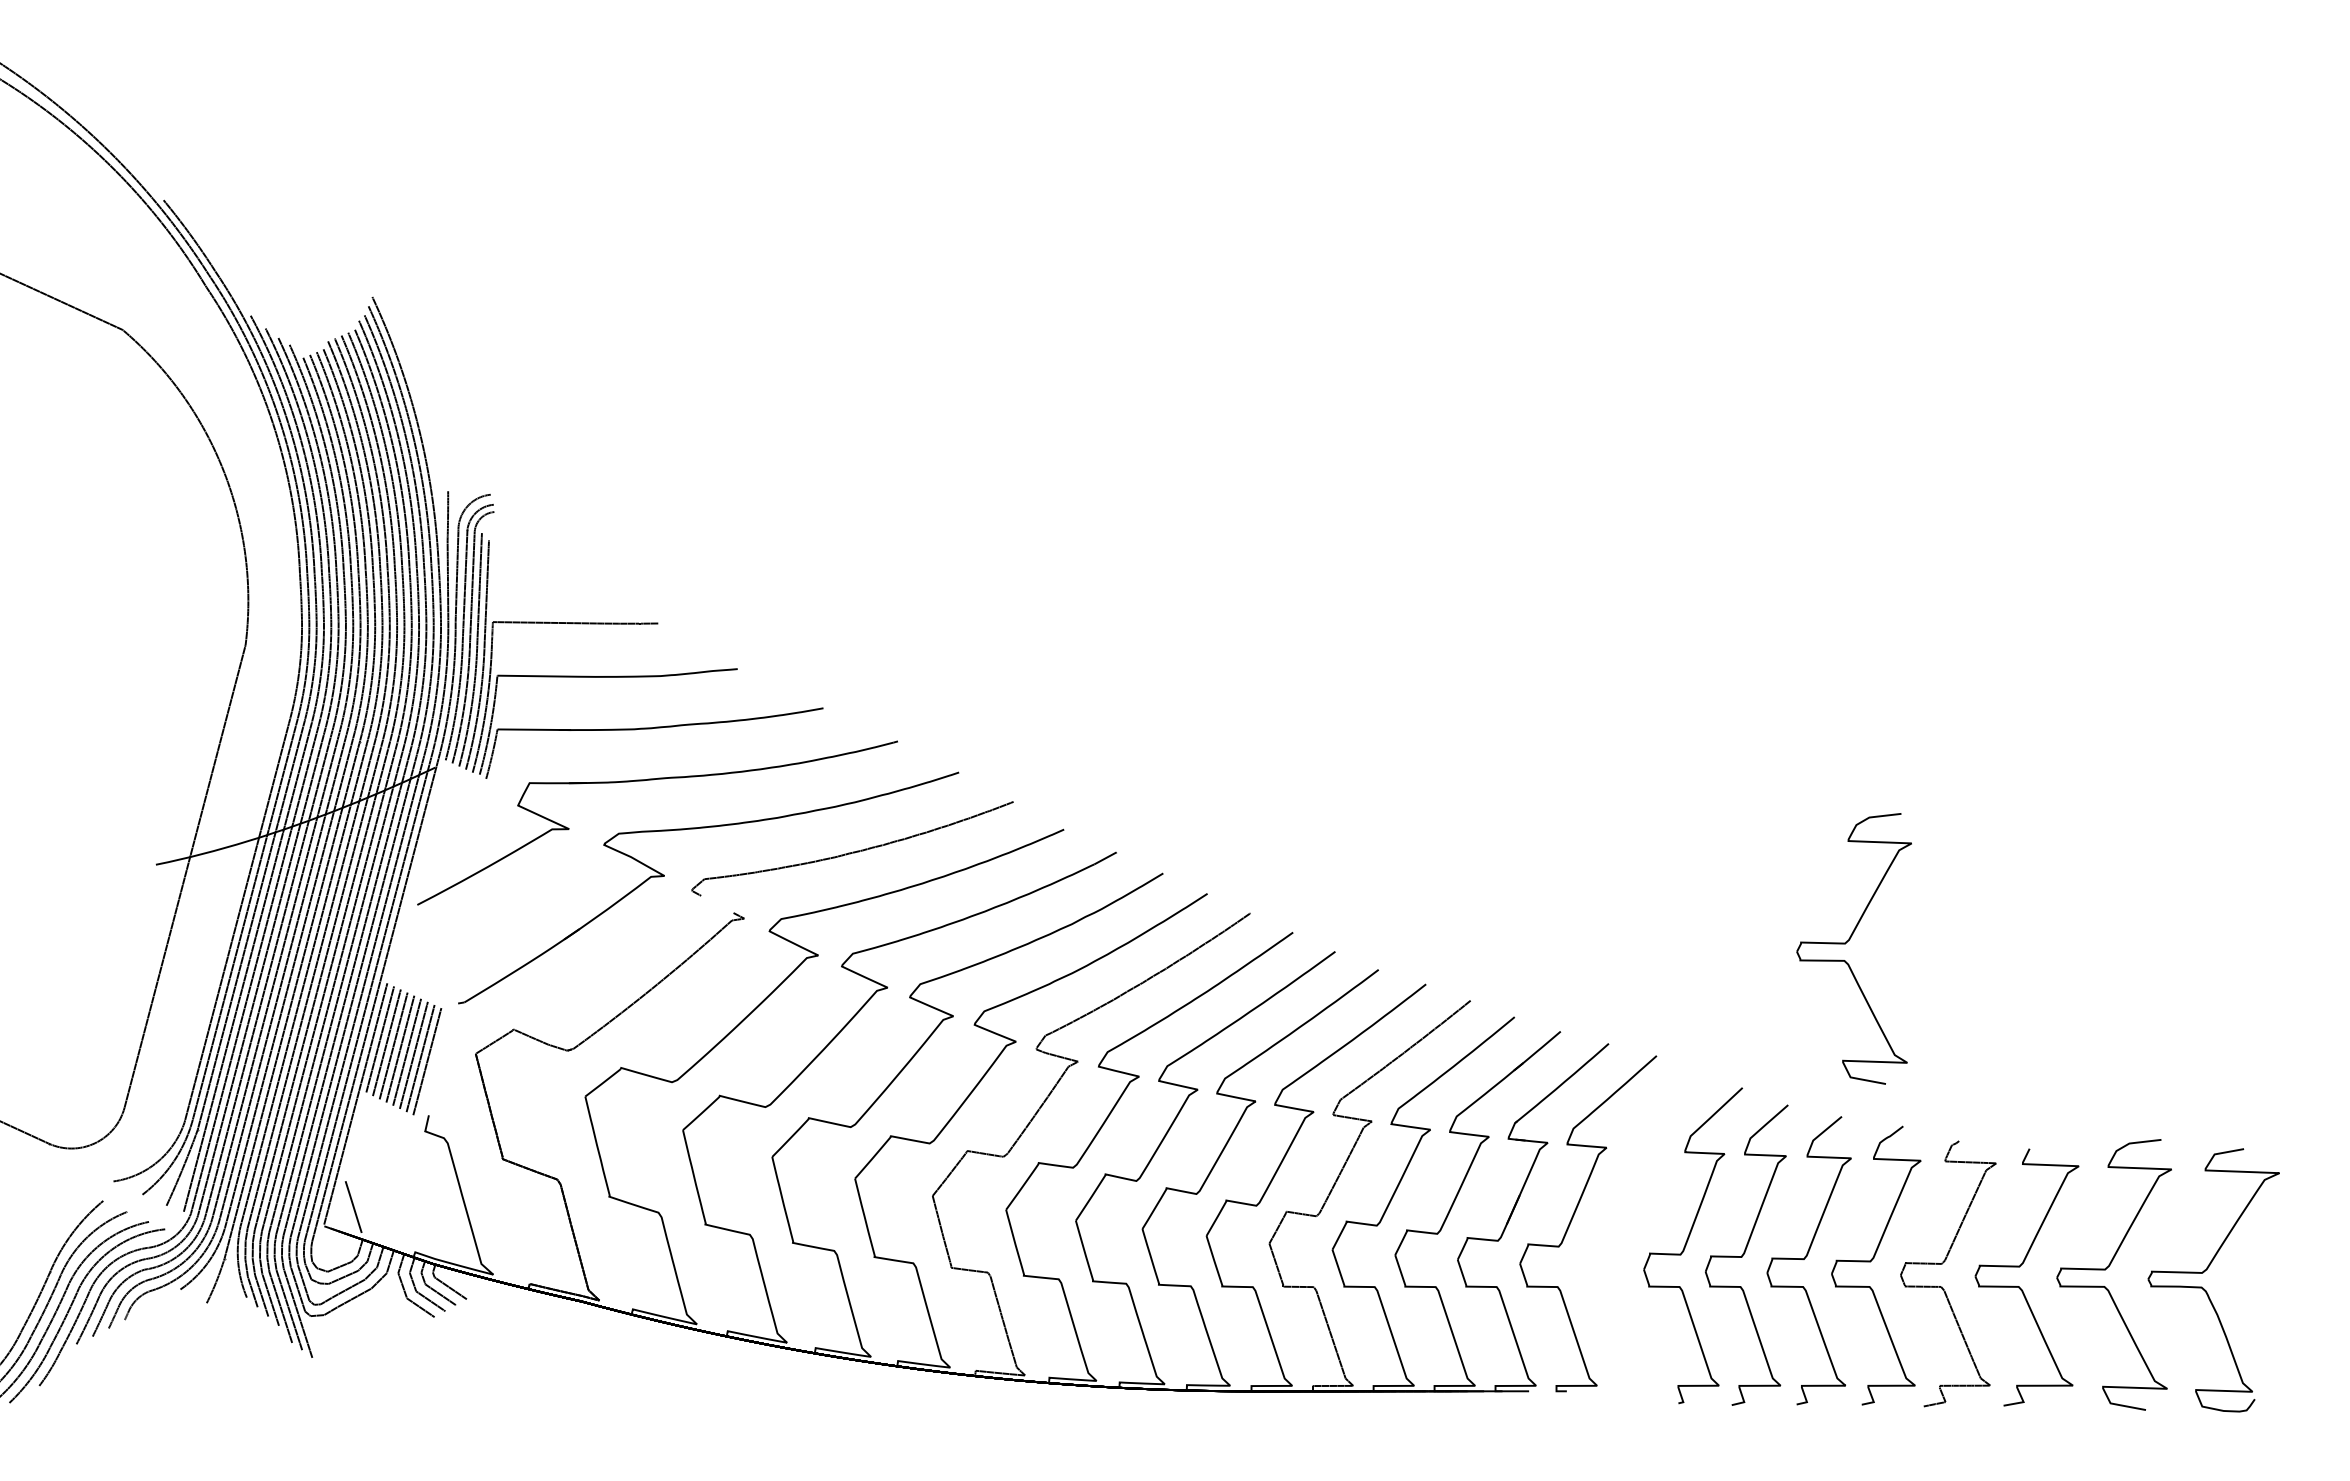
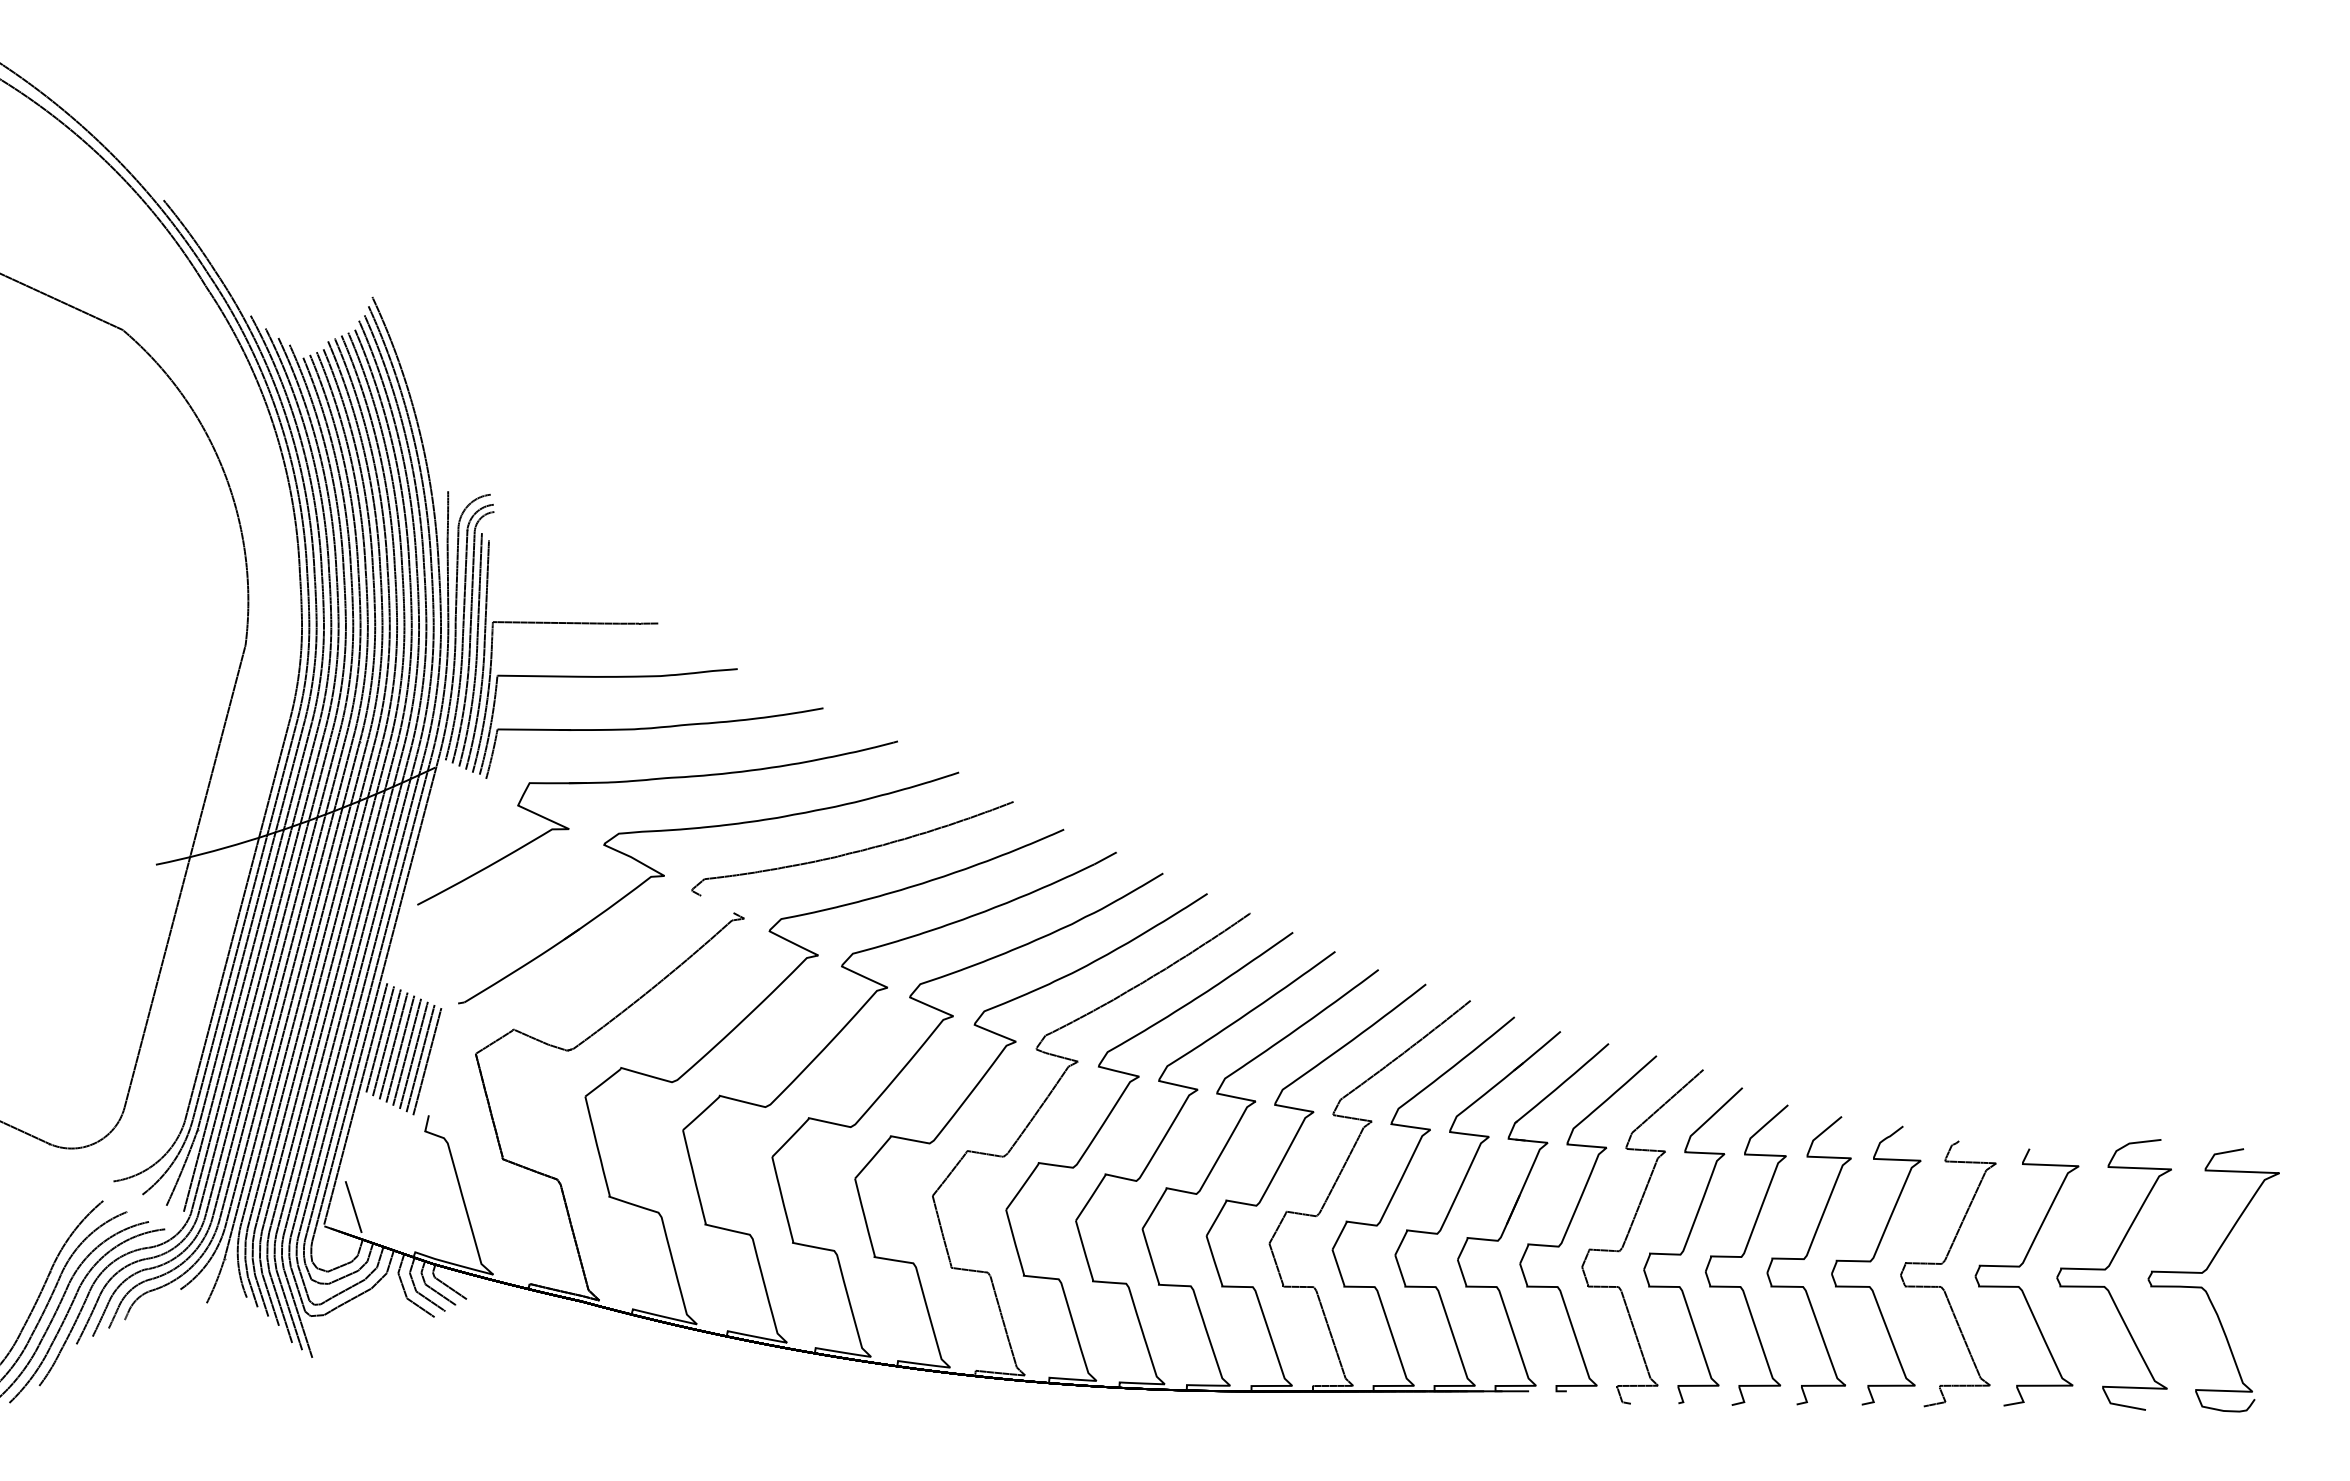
part at (1847, 942): present -> none
part at (1629, 1233): none -> present
